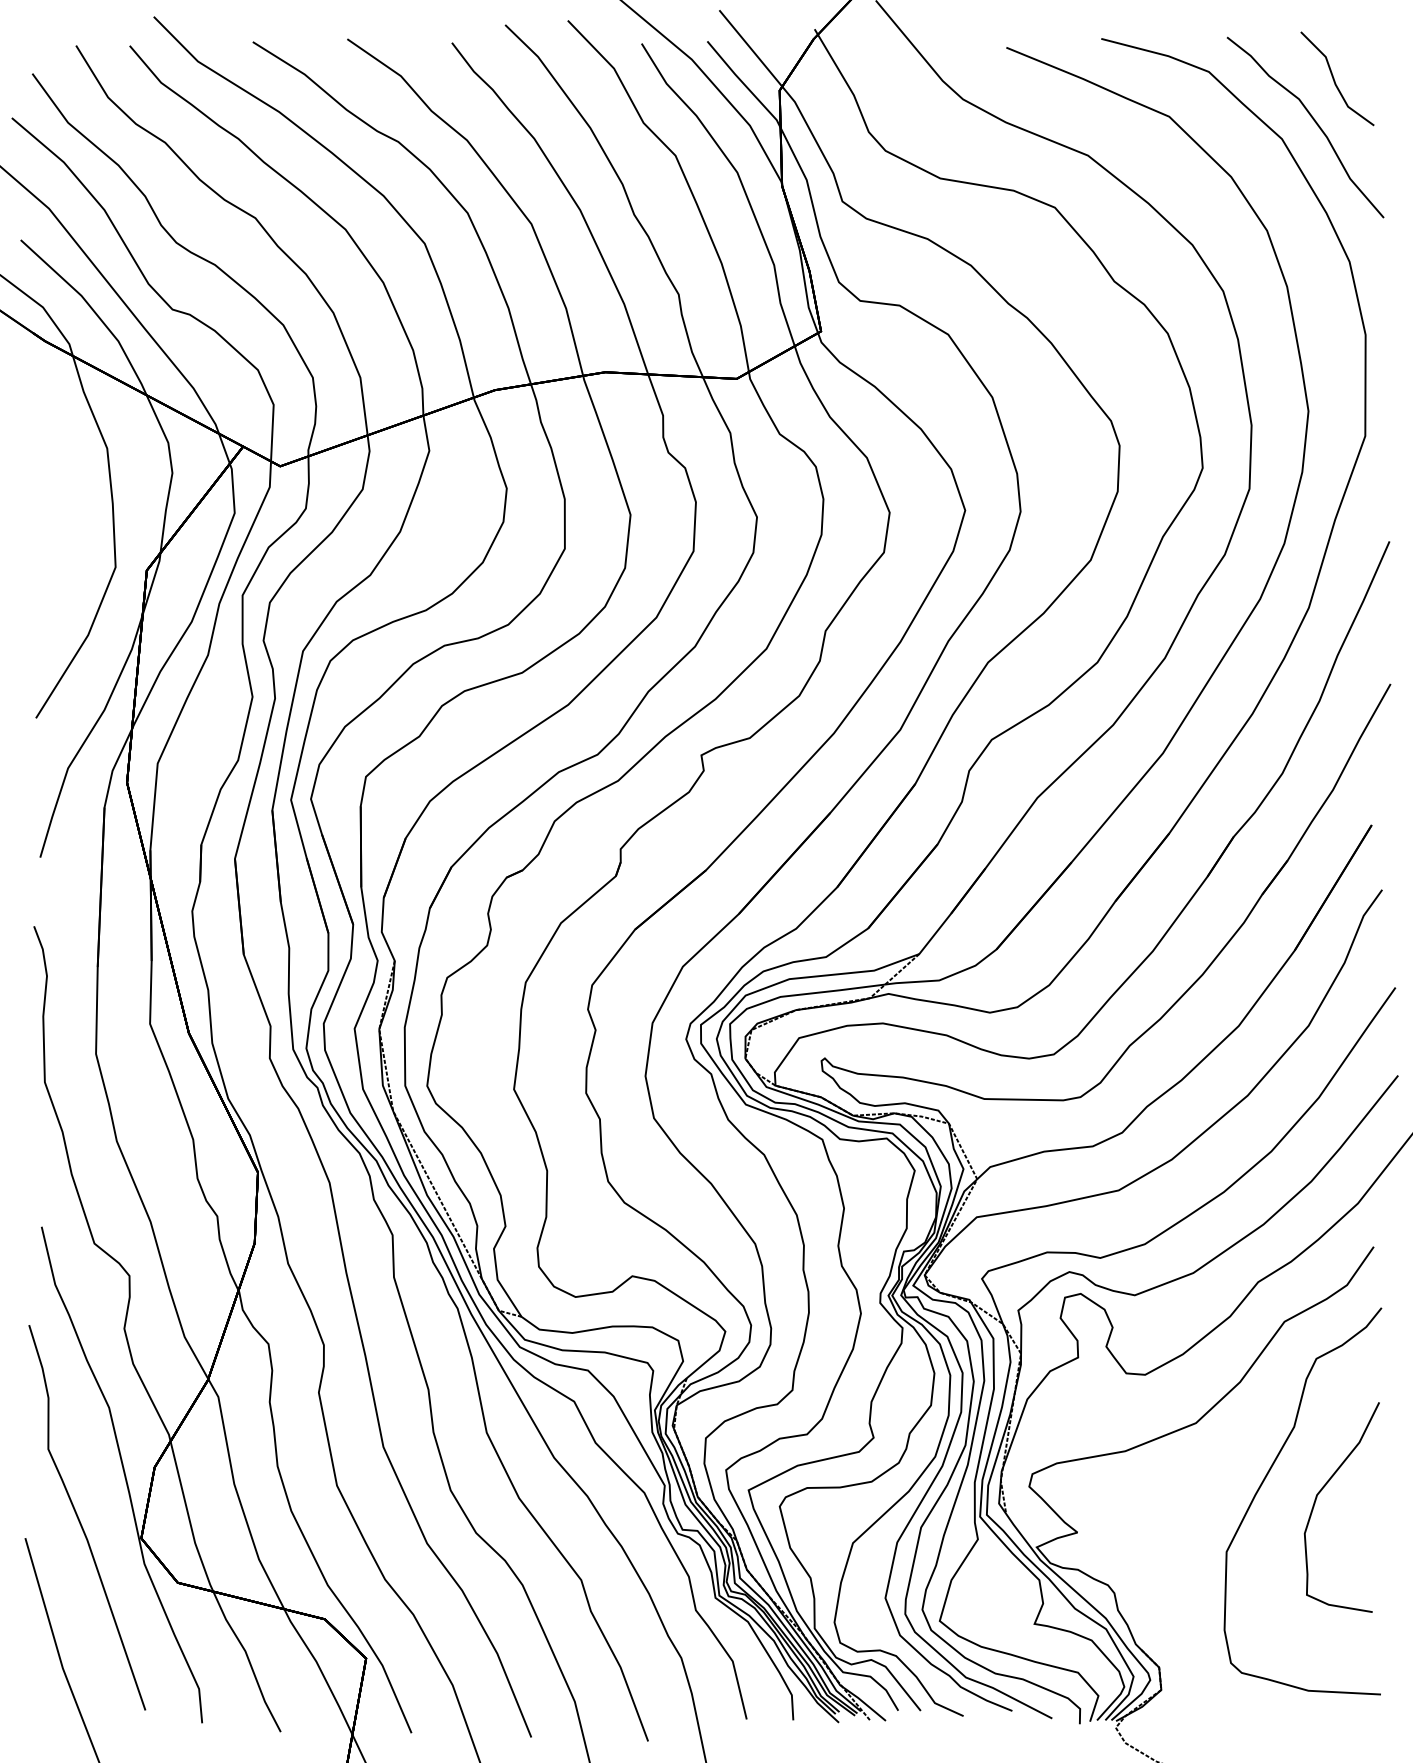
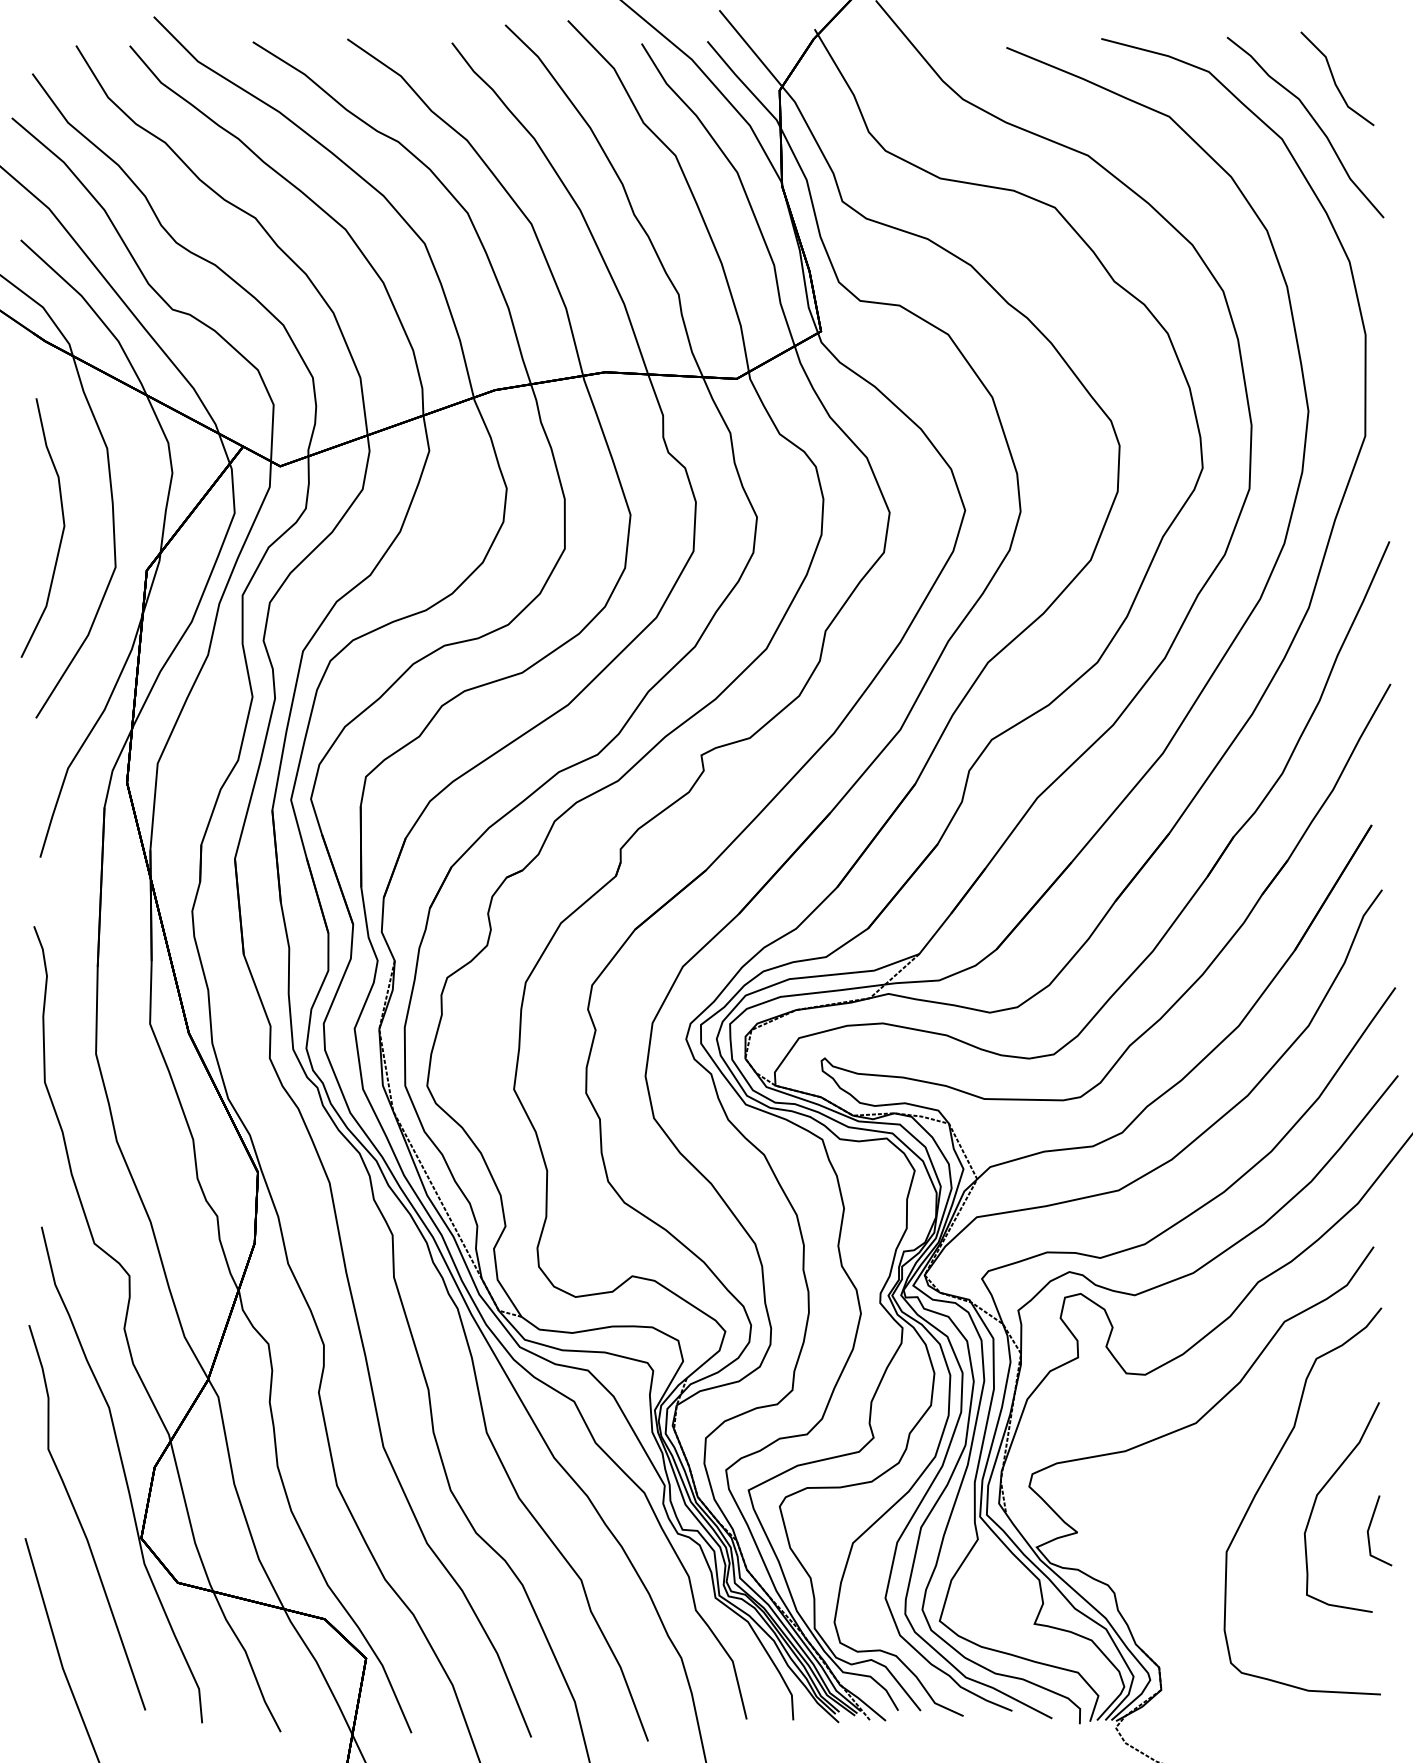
curve at (61, 533): none -> present
line at (1370, 1527): none -> present
